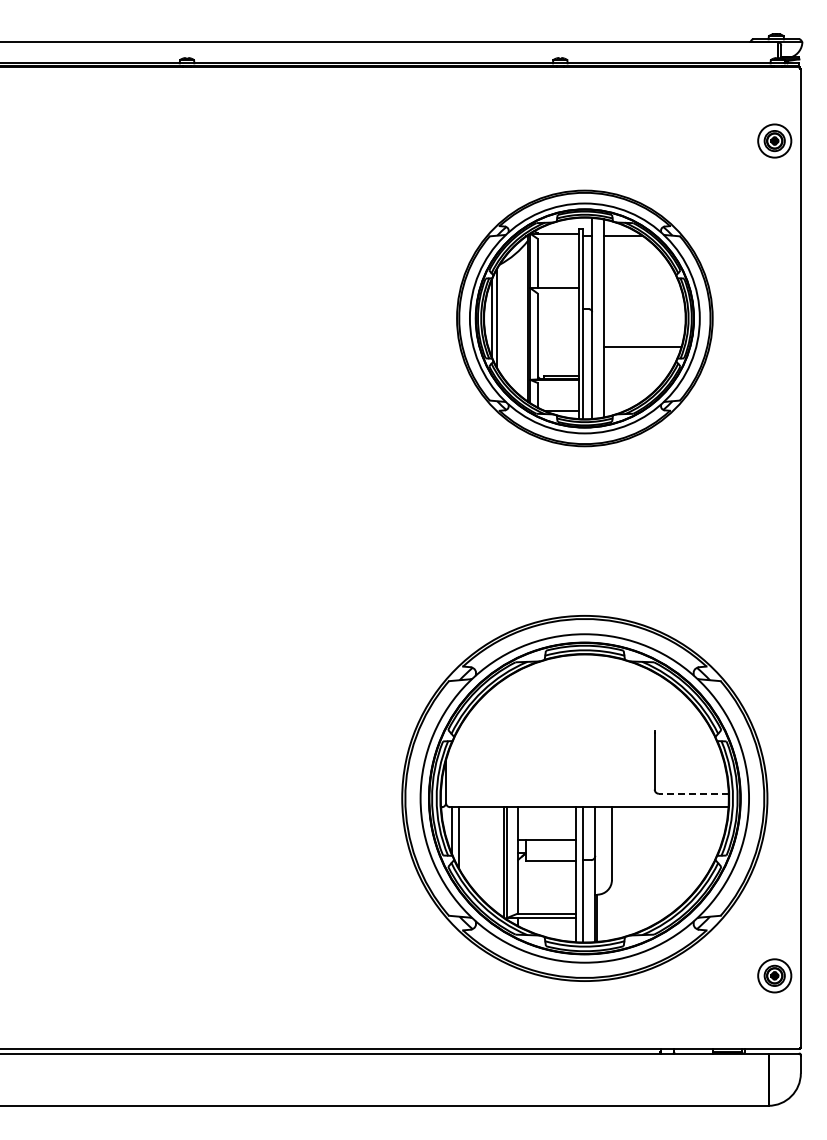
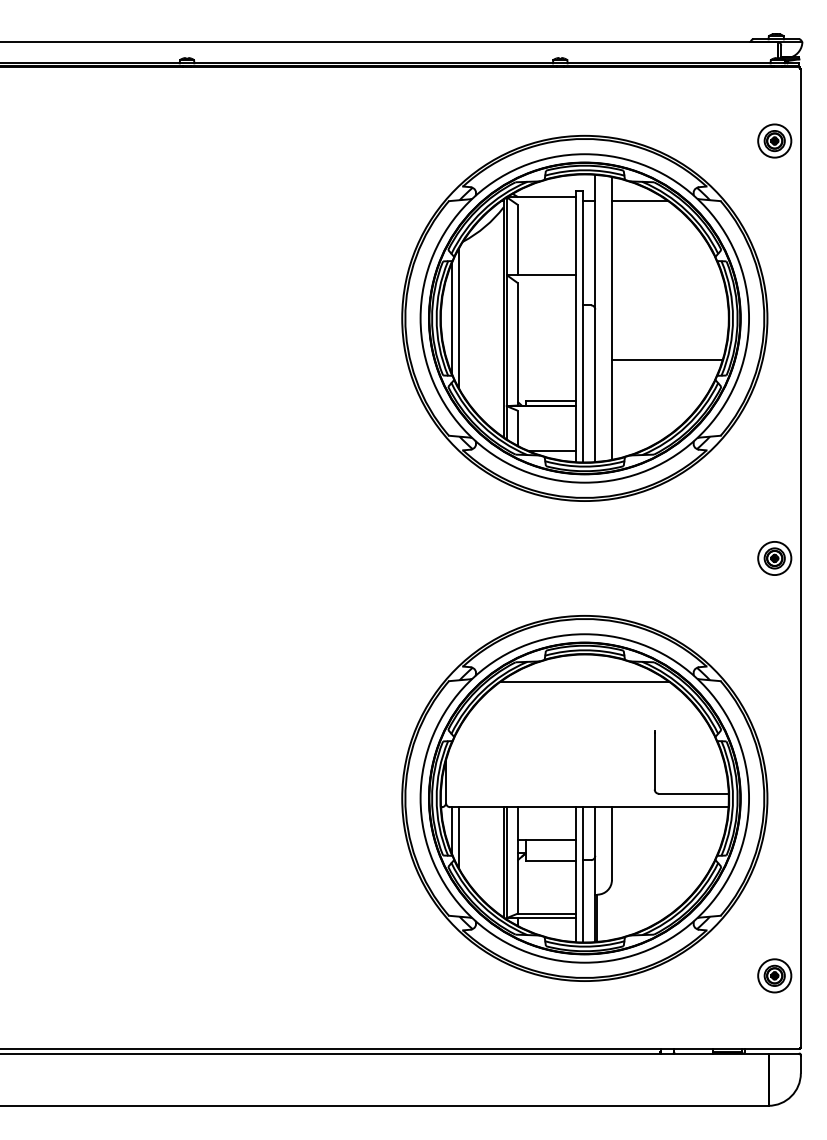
part at (584, 318) size: 258x259 px -> 368x367 px
part at (774, 558): none -> present
line at (584, 682): none -> present
line at (693, 793): dashed -> solid
